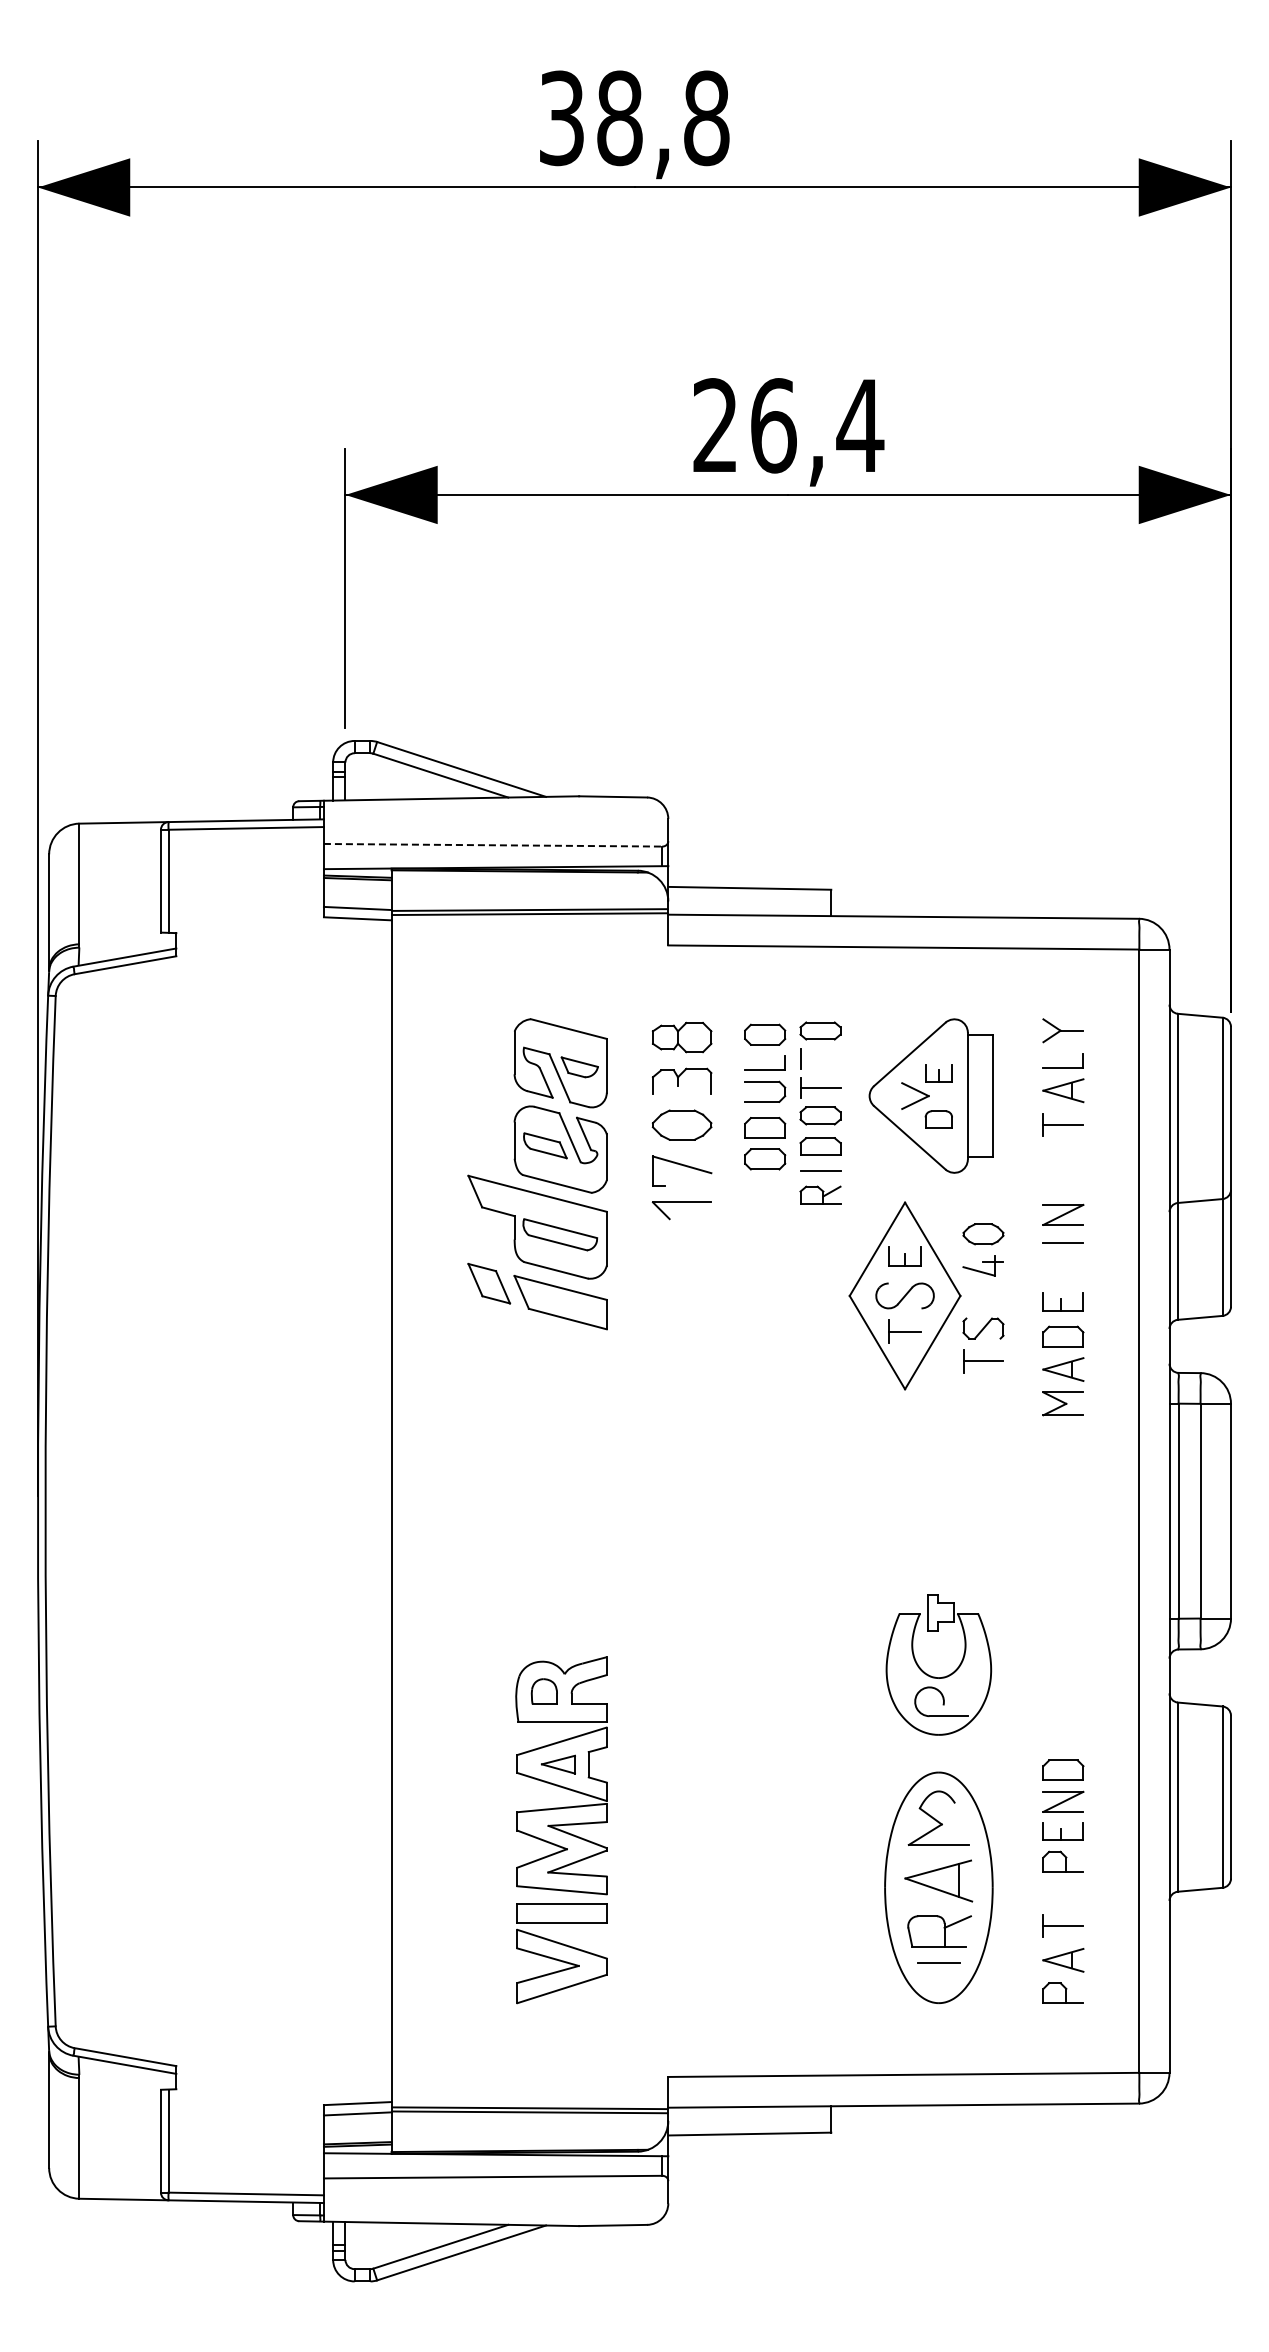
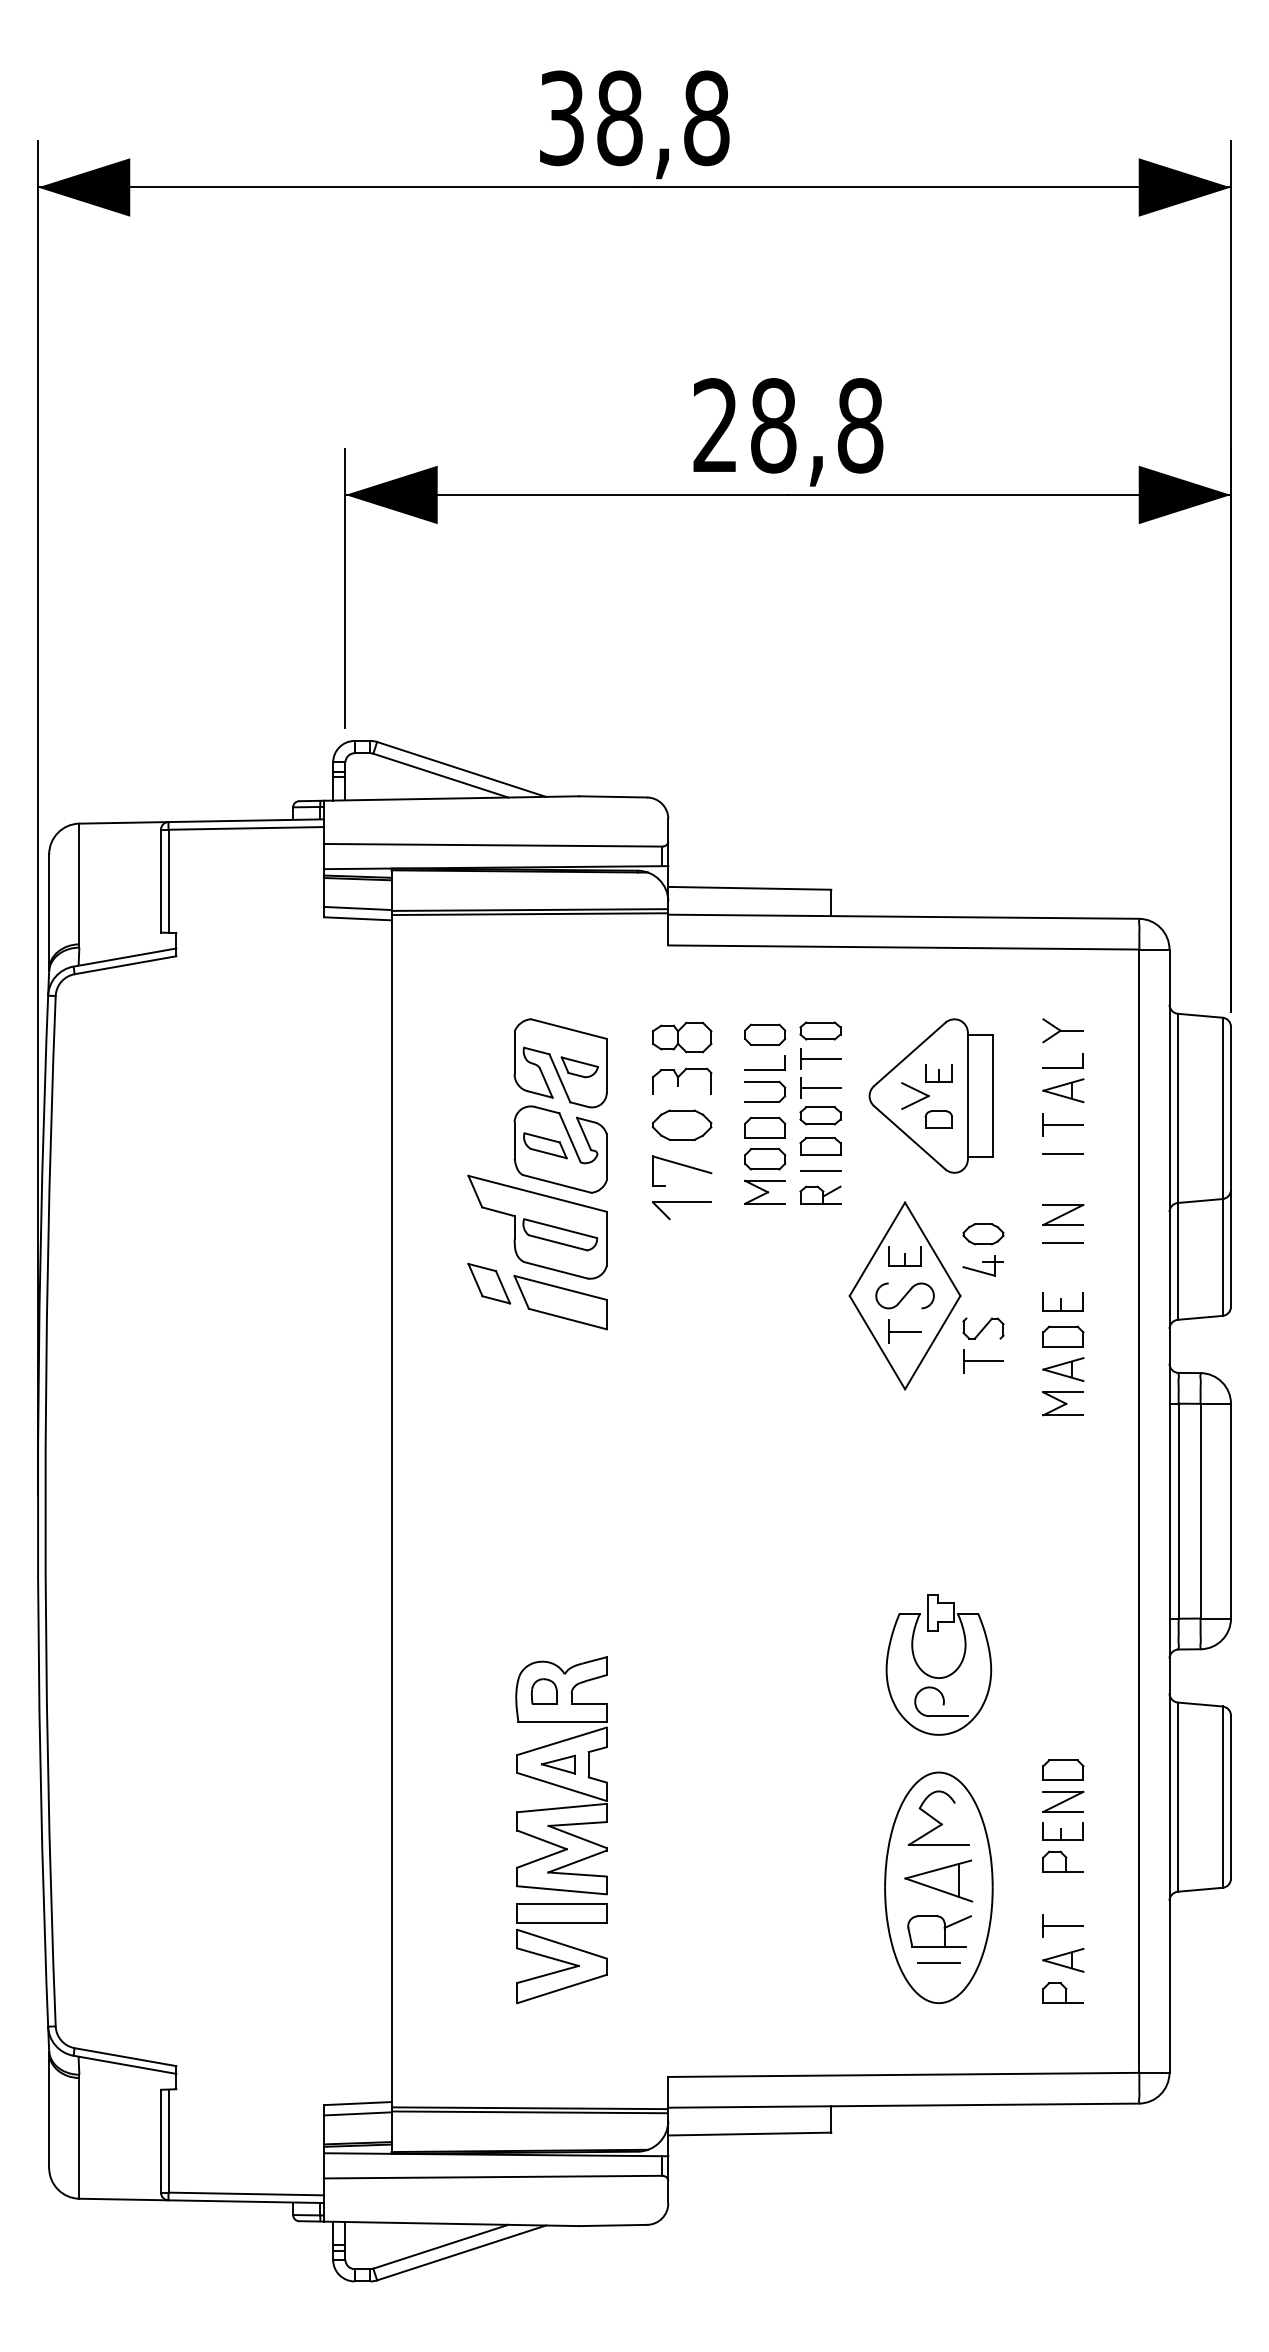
text at (817, 425): 26,4 -> 28,8
line at (493, 845): dashed -> solid
line at (820, 1058): none -> present
line at (1063, 1154): none -> present
part at (764, 1191): none -> present
